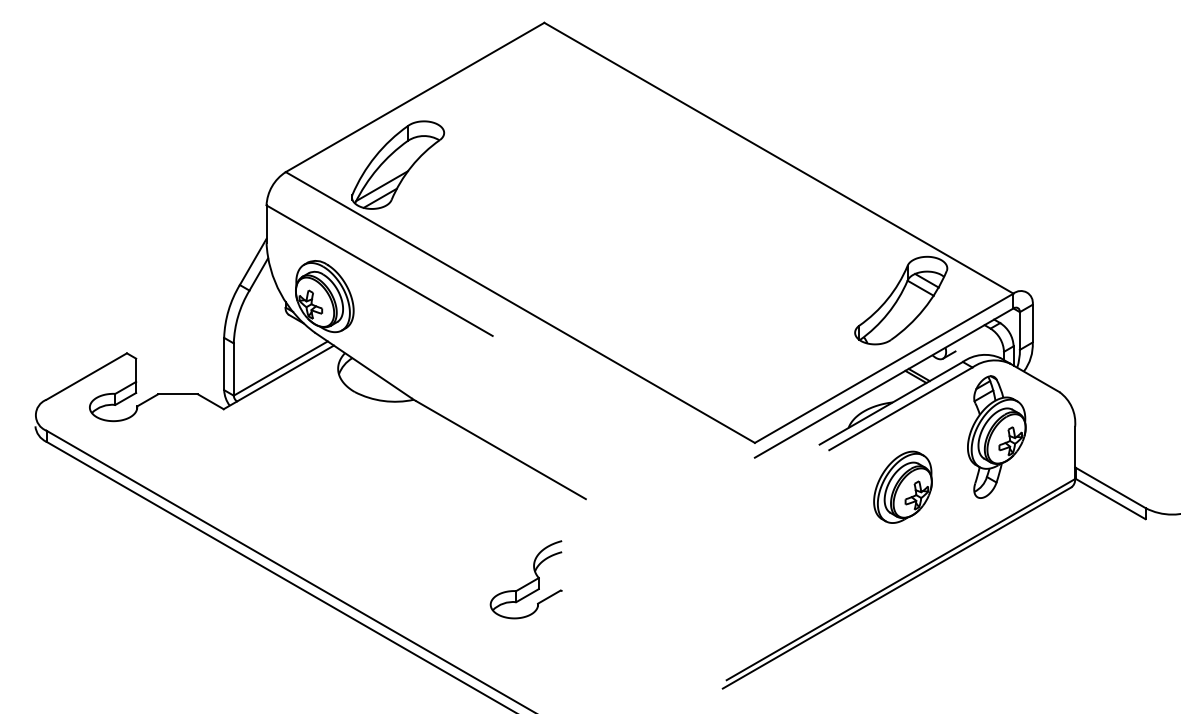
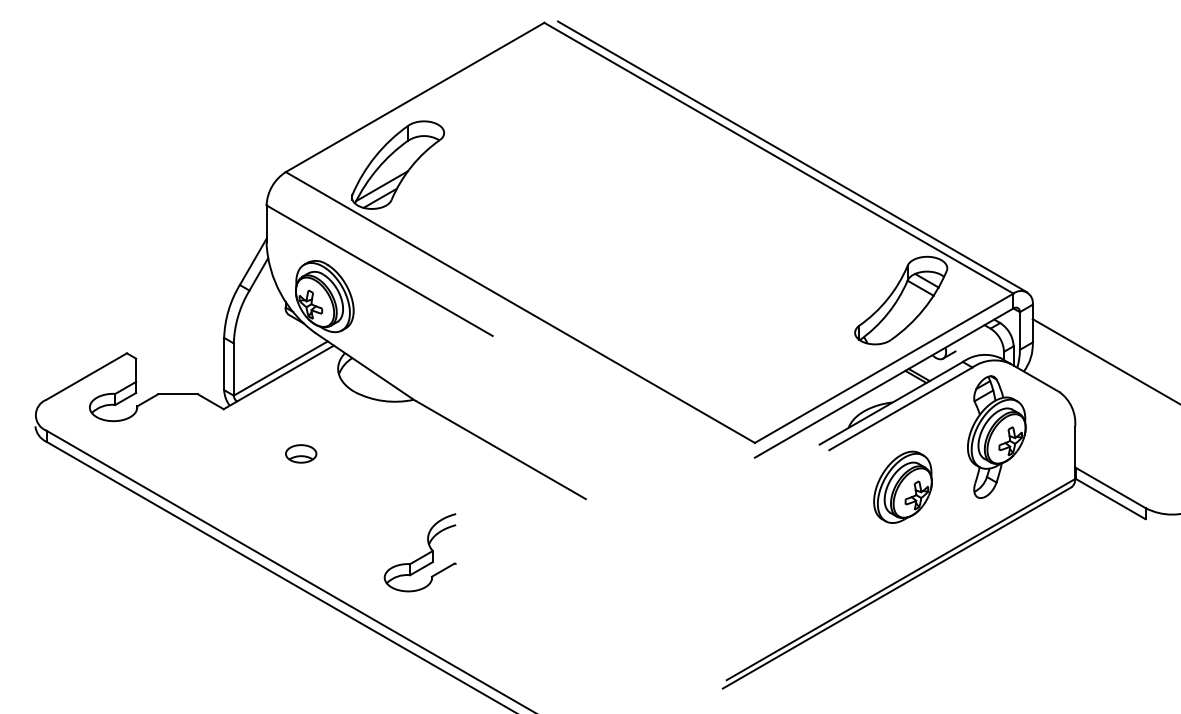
line at (792, 156): none -> present
line at (1104, 360): none -> present
part at (301, 453): none -> present
part at (525, 579) position: (525, 579) -> (419, 552)
